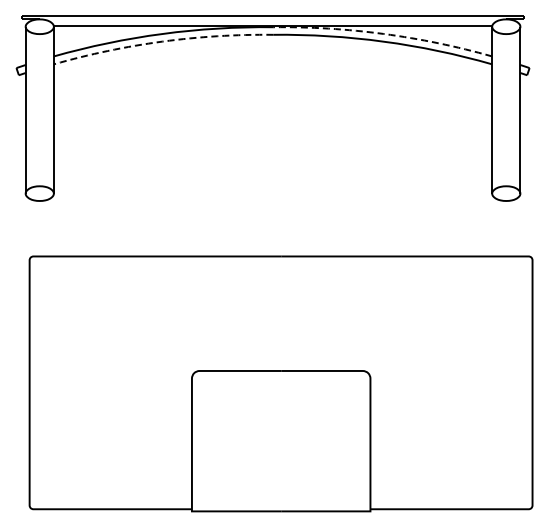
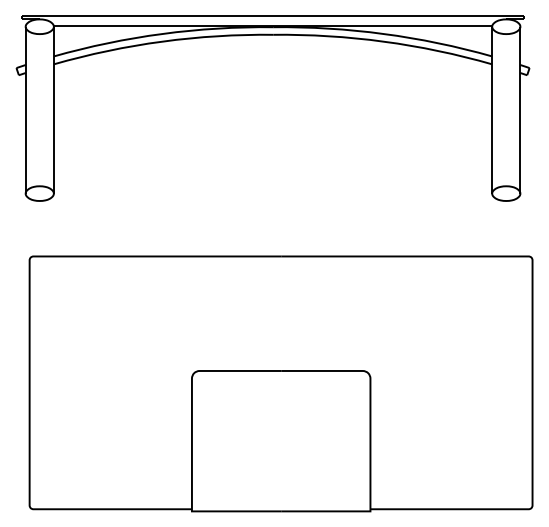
arc at (383, 33): dashed -> solid
arc at (162, 41): dashed -> solid
